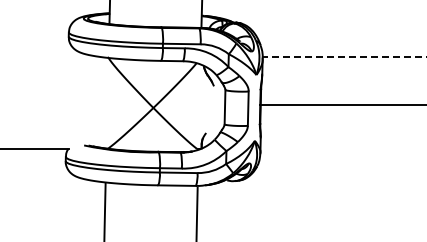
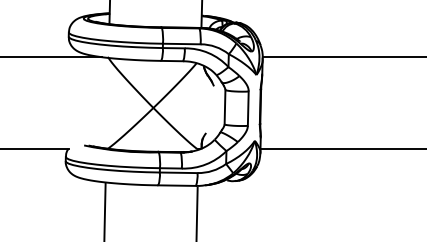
line at (51, 57): none -> present
line at (344, 57): dashed -> solid
line at (341, 105) position: (341, 105) -> (341, 149)
